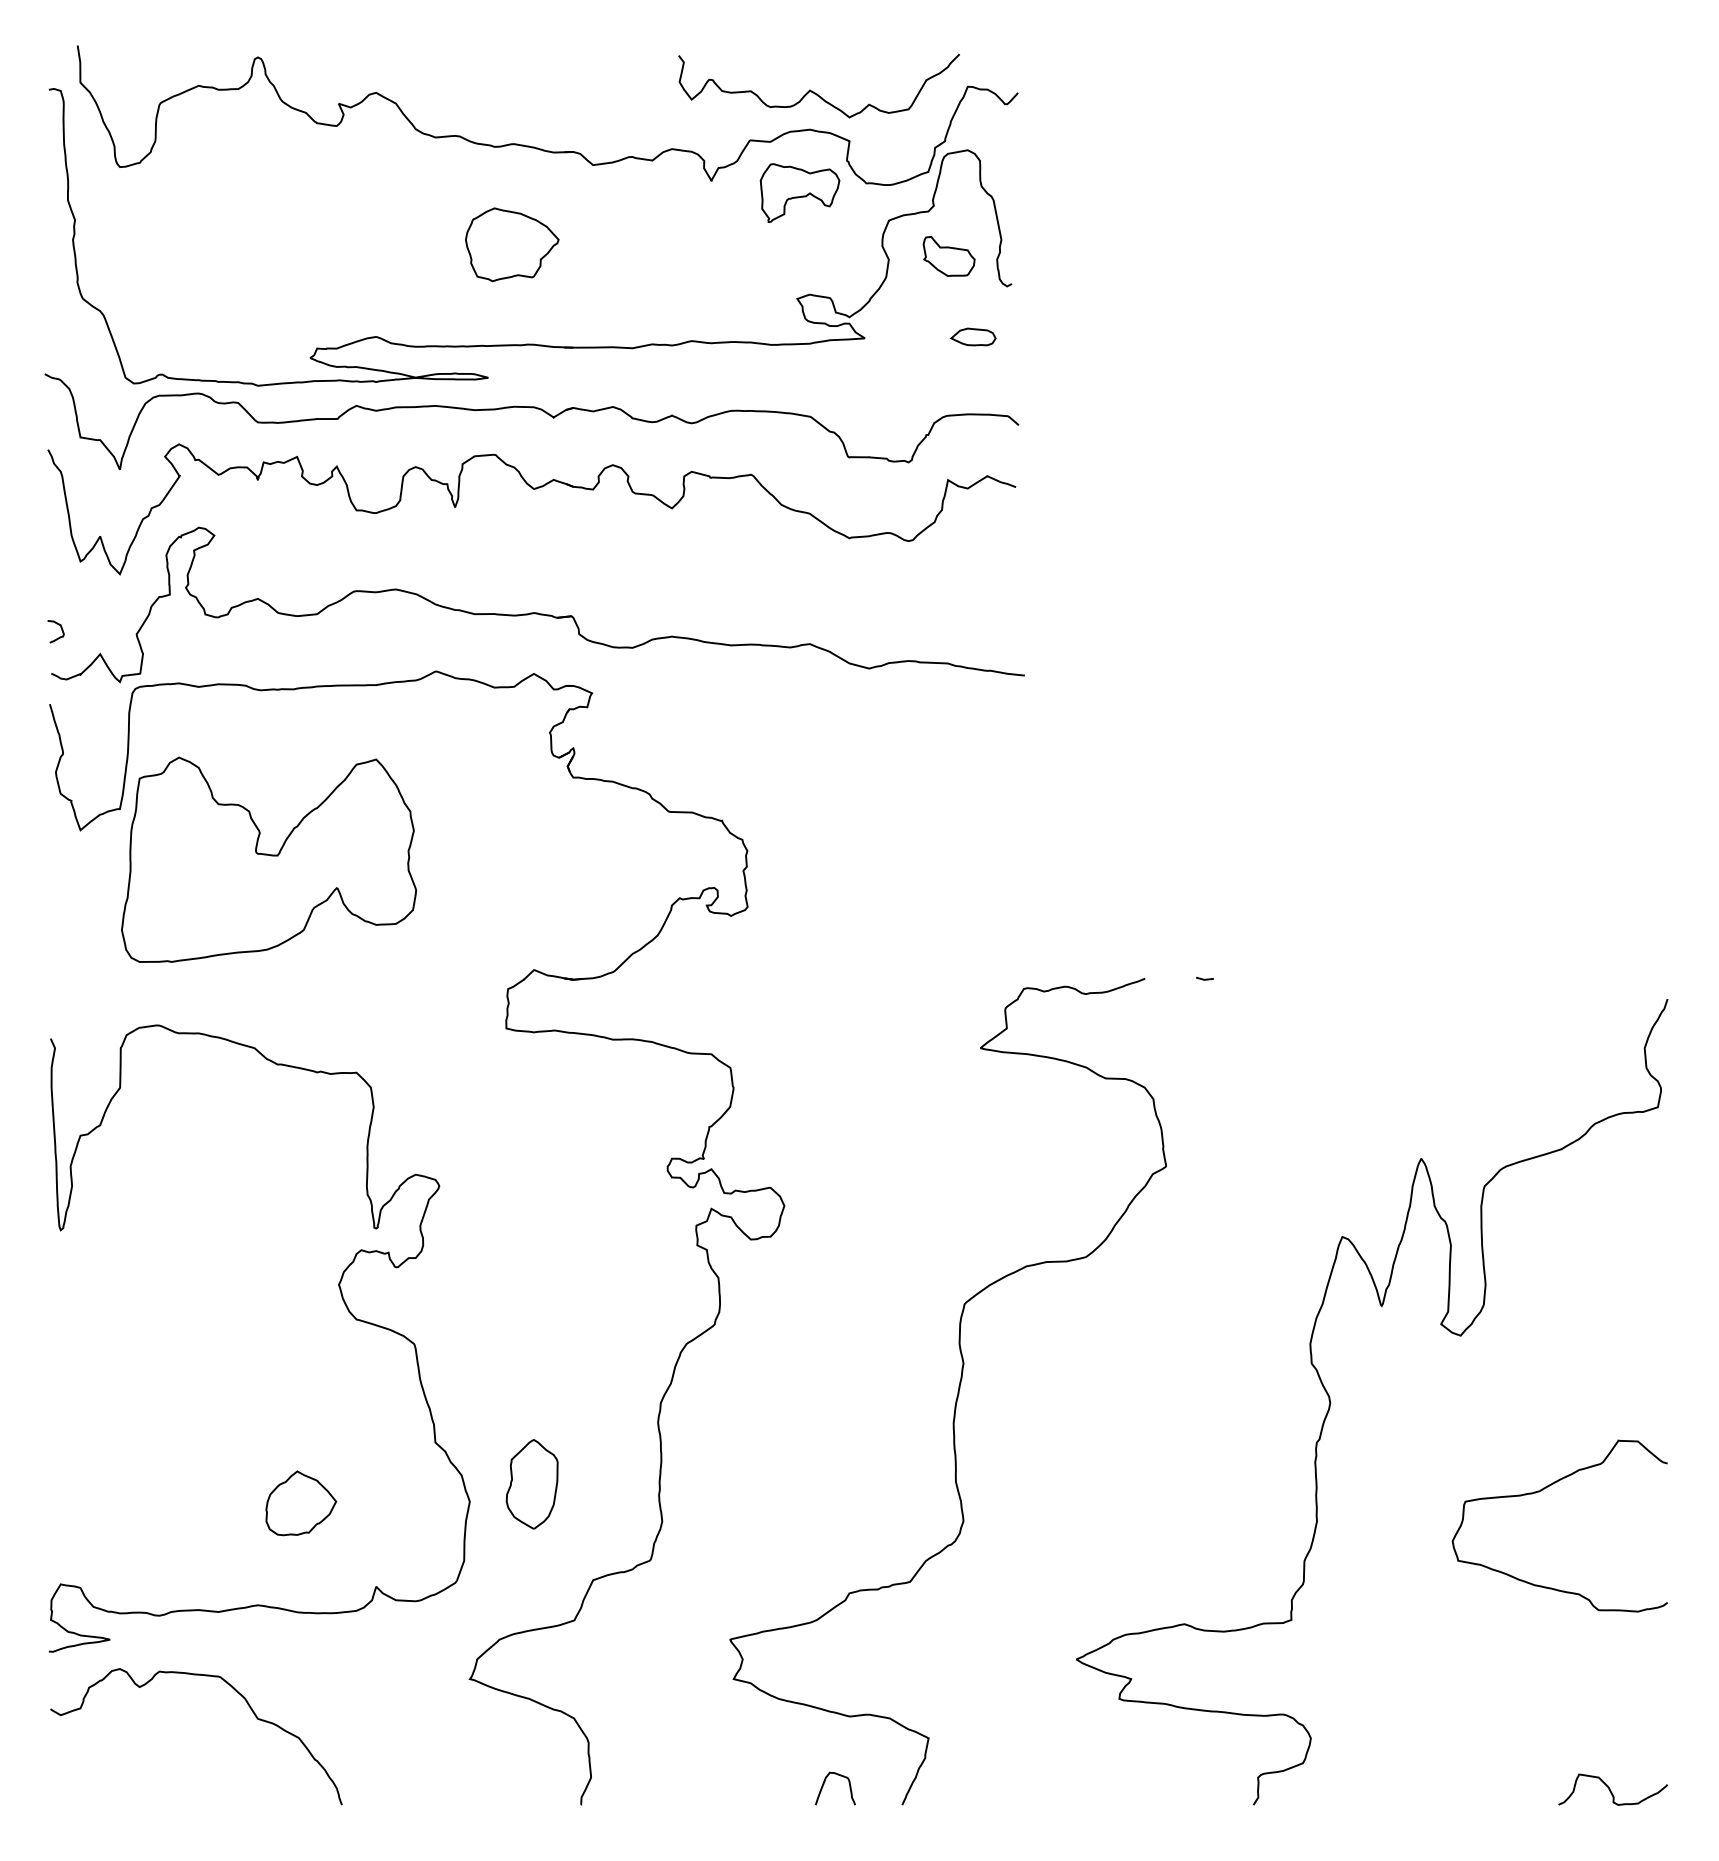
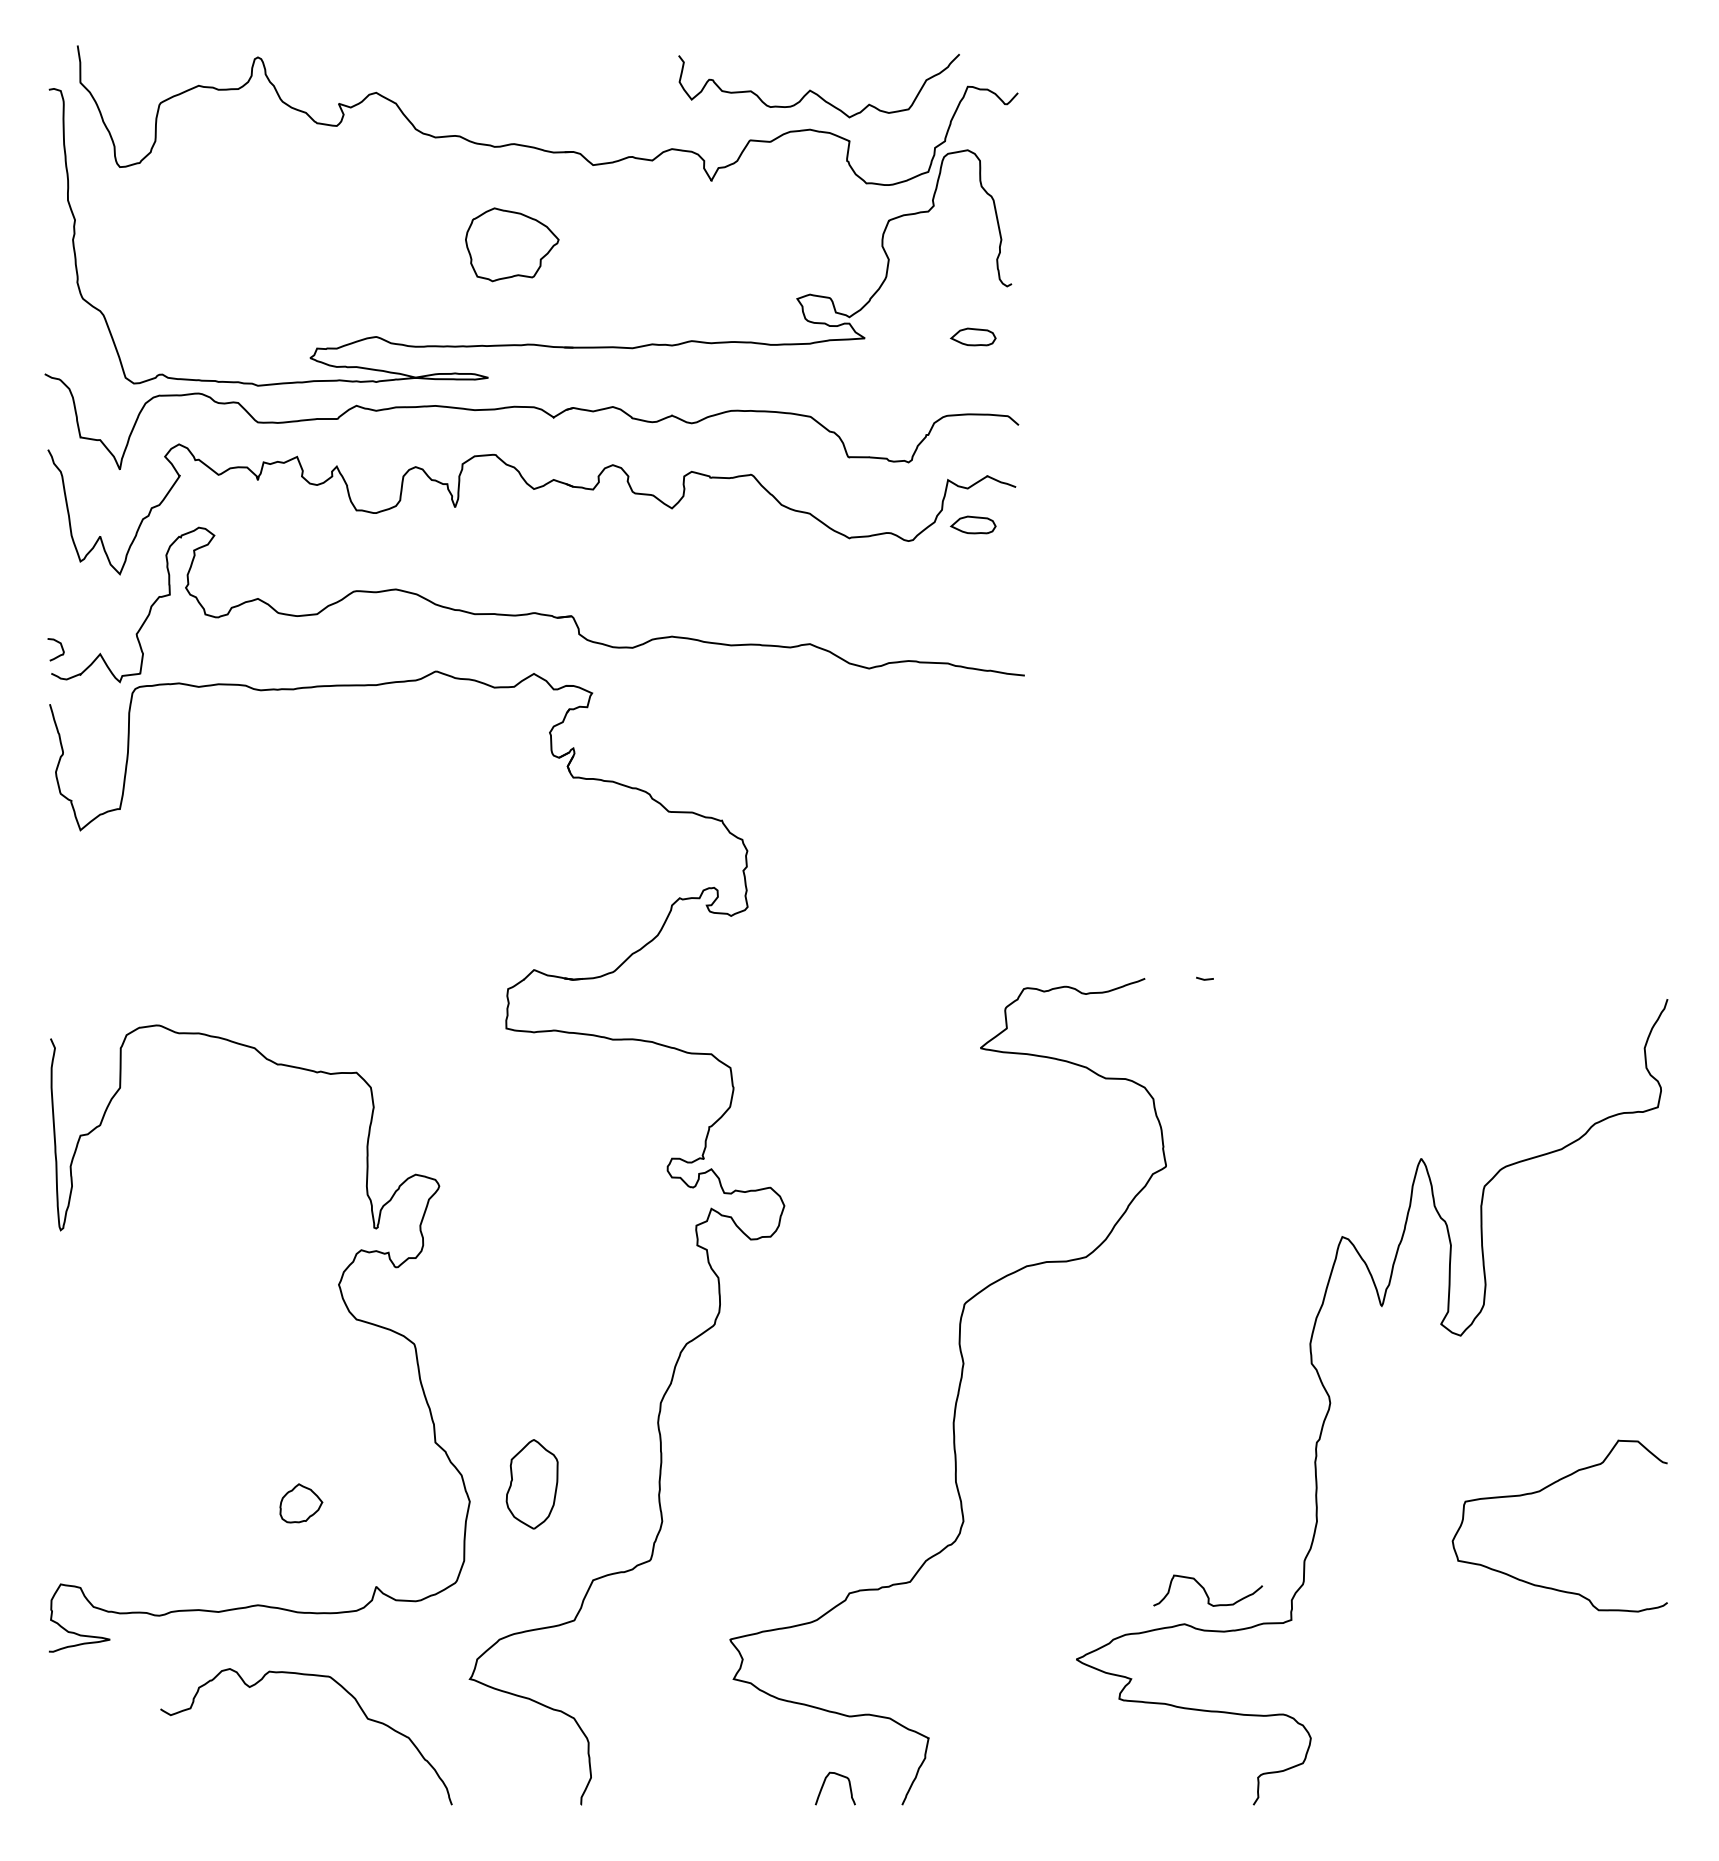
part at (799, 192): present -> none
part at (948, 256): present -> none
part at (973, 524): none -> present
curve at (61, 630) position: (61, 630) -> (61, 648)
part at (269, 859): present -> none
part at (301, 1503) size: 73x67 px -> 45x41 px
curve at (237, 1693) position: (237, 1693) -> (347, 1693)
curve at (1611, 1790) position: (1611, 1790) -> (1206, 1591)
